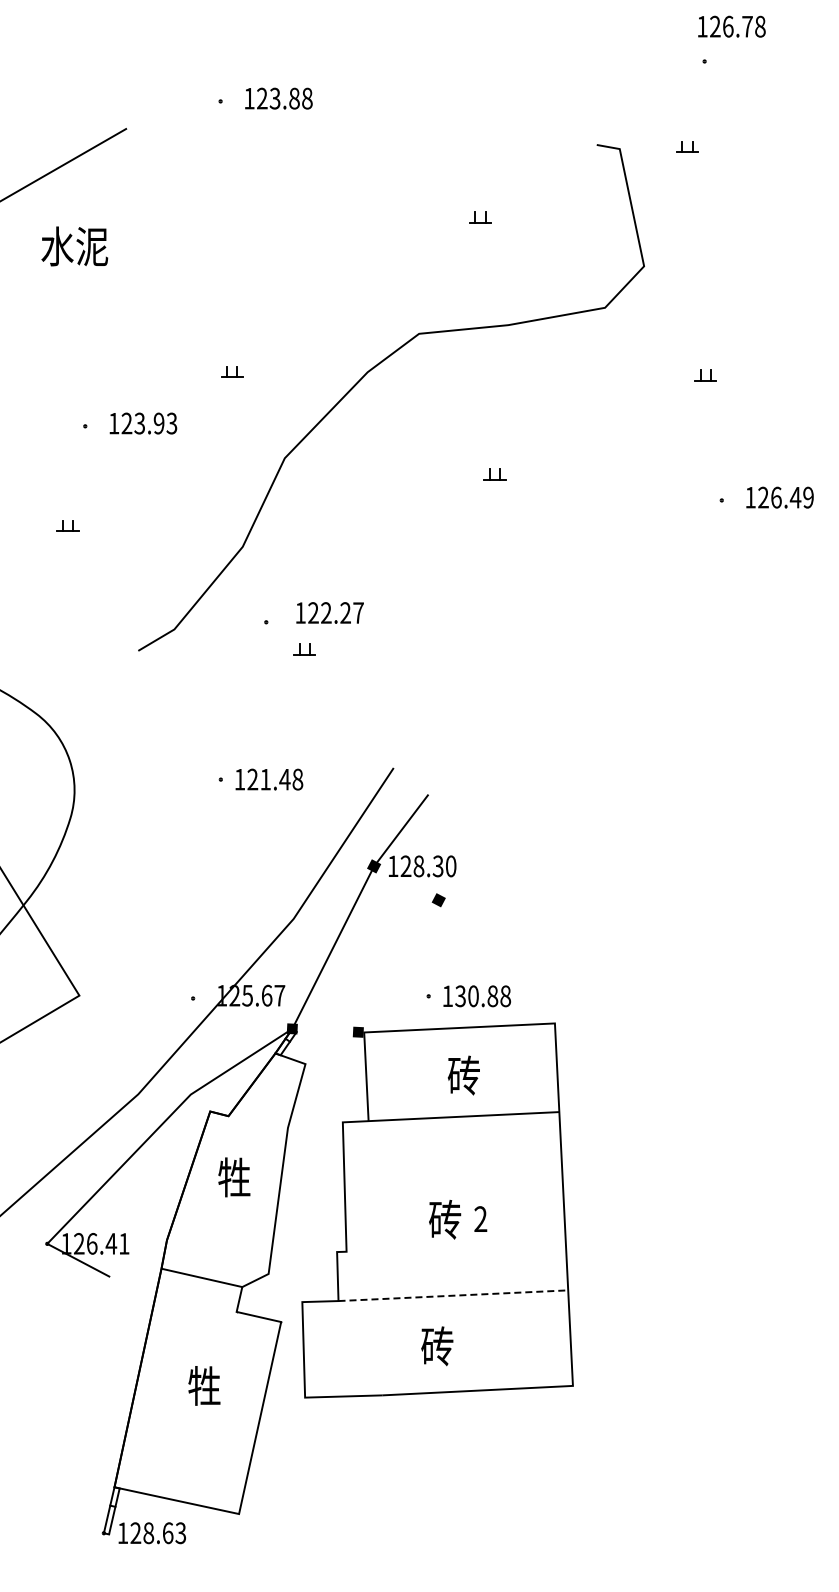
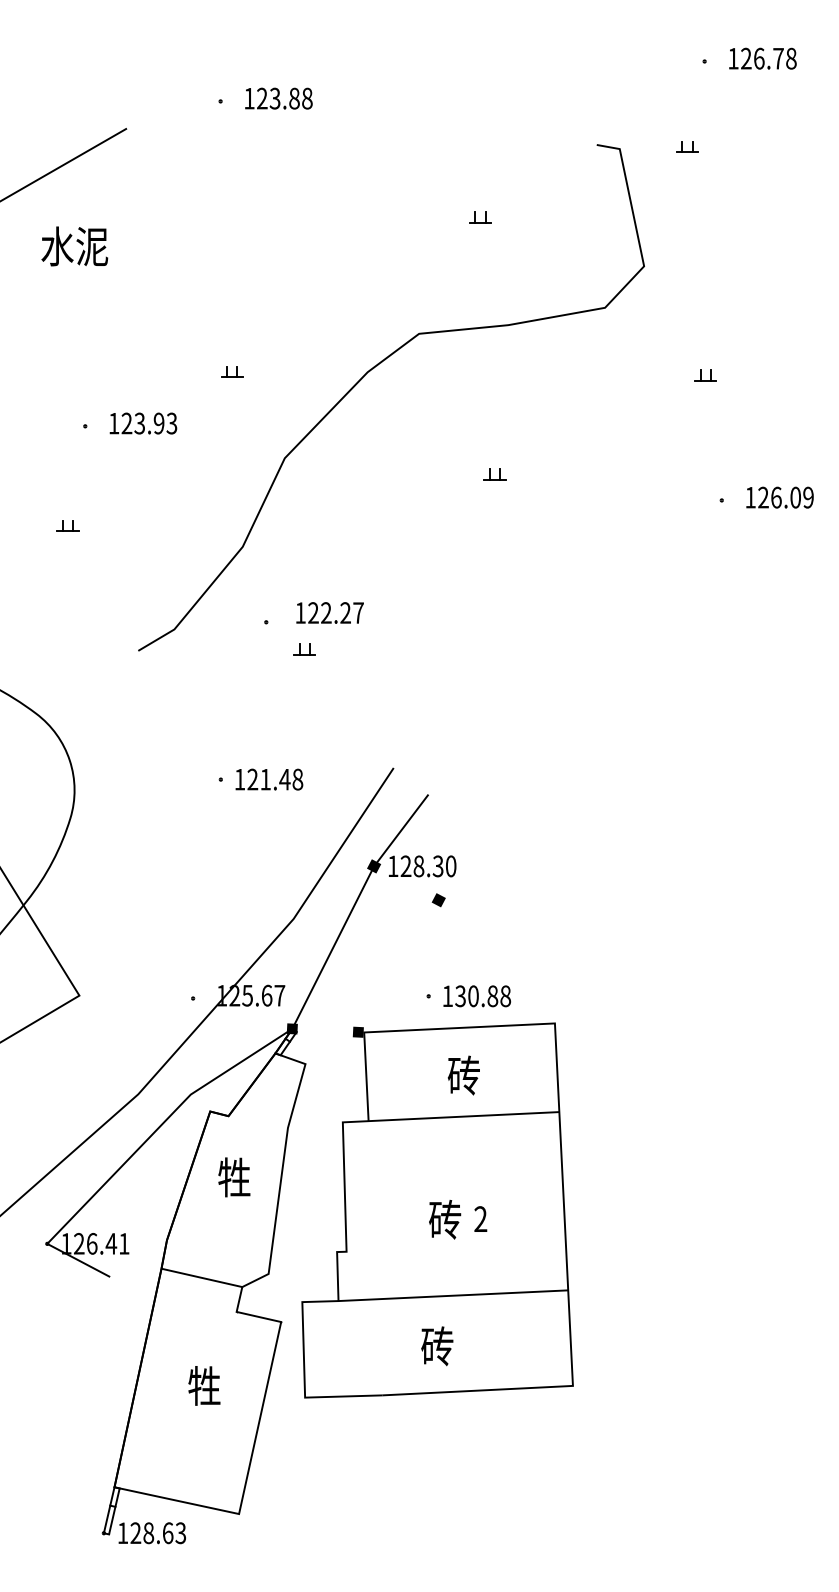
text at (731, 26) position: (731, 26) -> (762, 58)
text at (795, 497): 126.49 -> 126.09
line at (453, 1295): dashed -> solid
